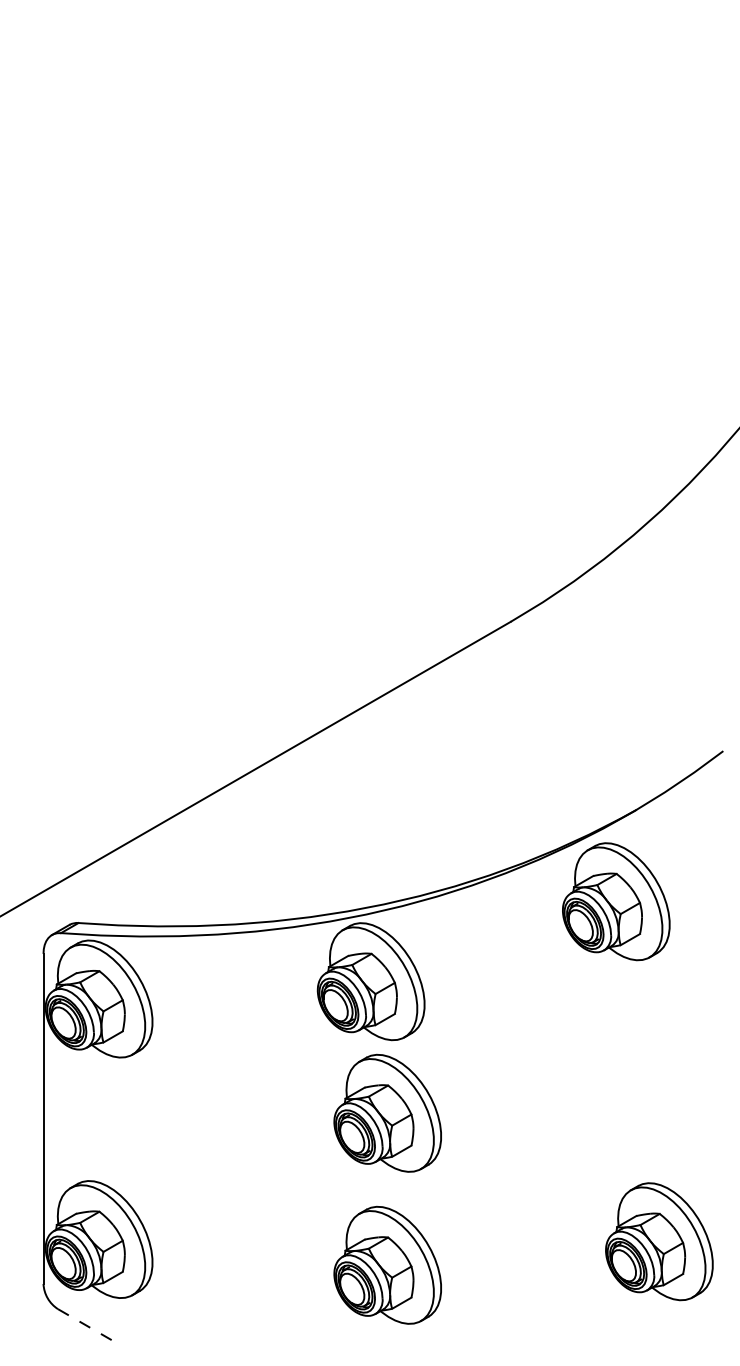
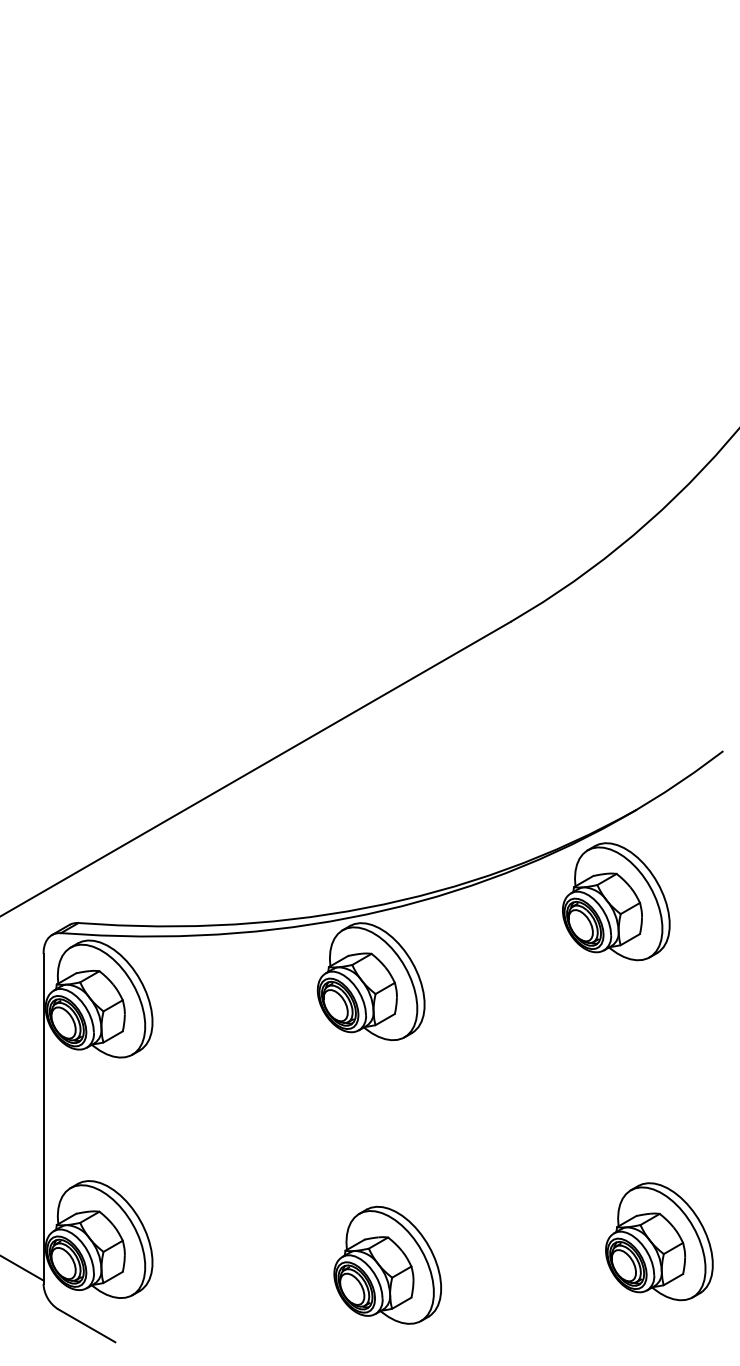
part at (387, 1112): present -> none
line at (22, 1268): none -> present
line at (87, 1325): dashed -> solid
